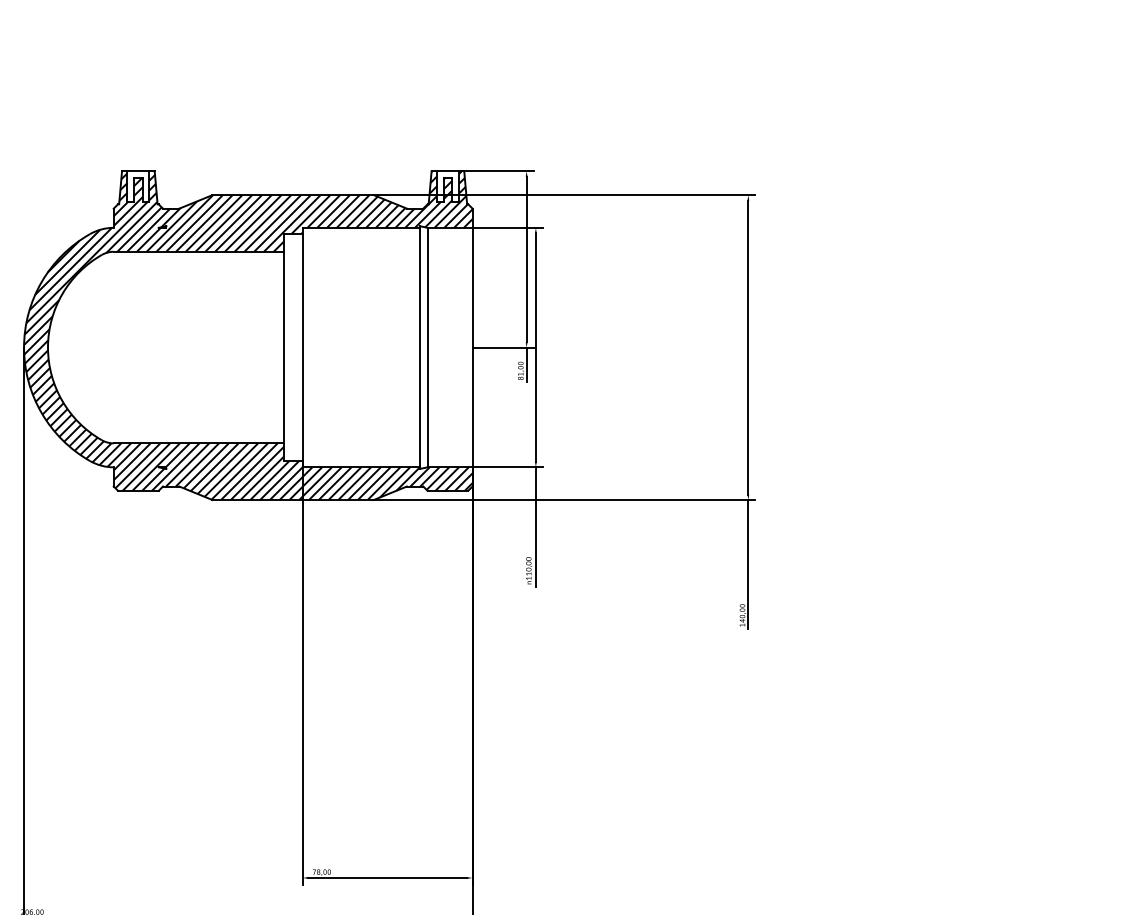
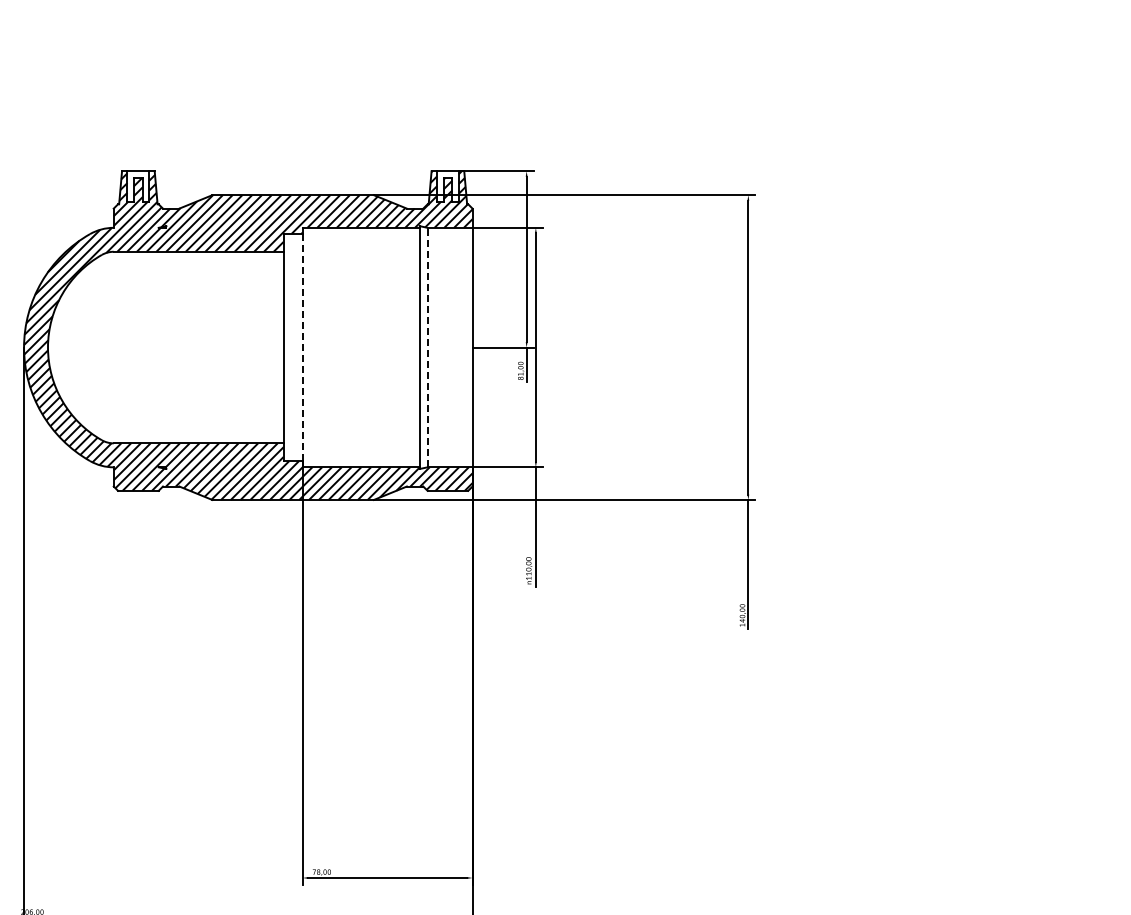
line at (302, 347): solid -> dashed
line at (427, 347): solid -> dashed
